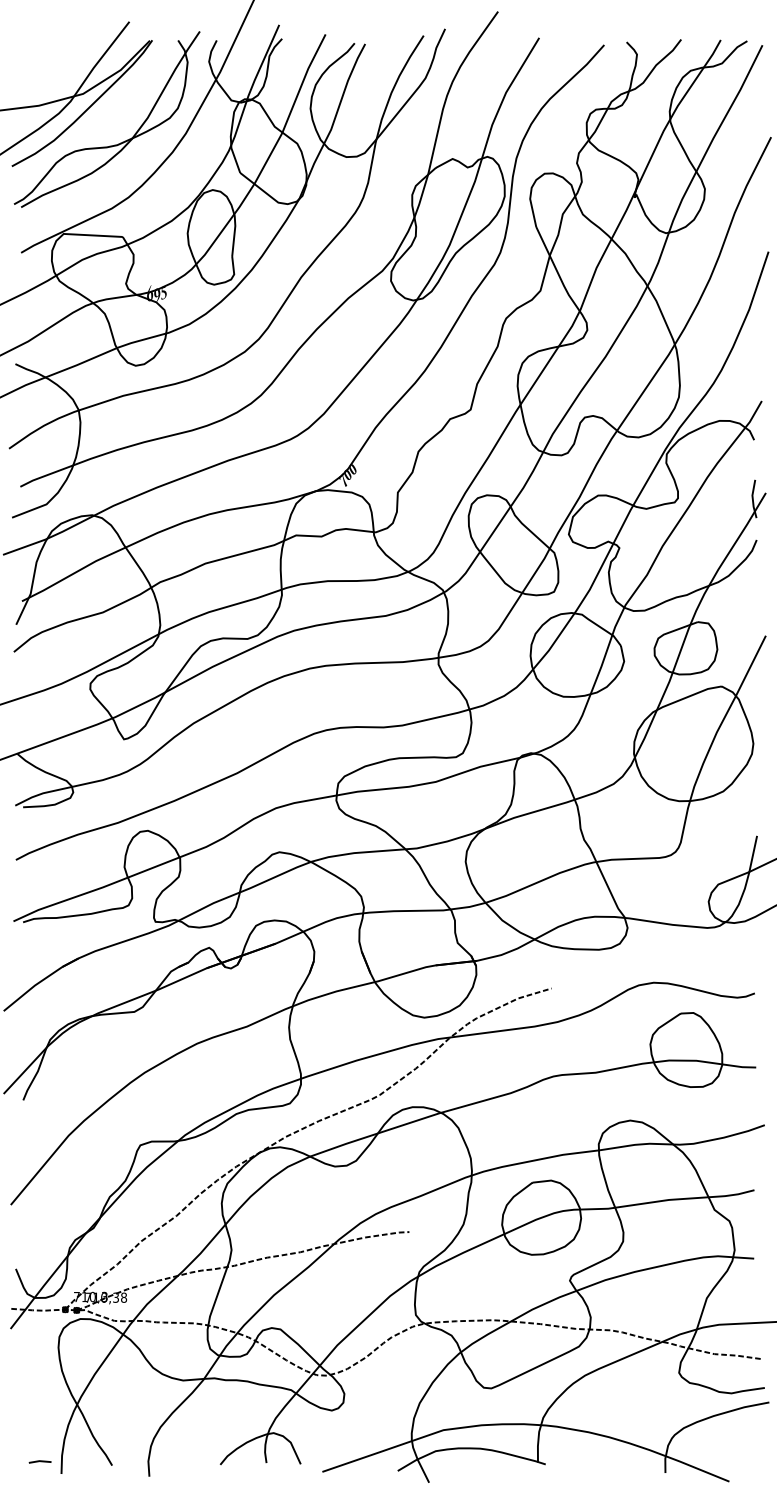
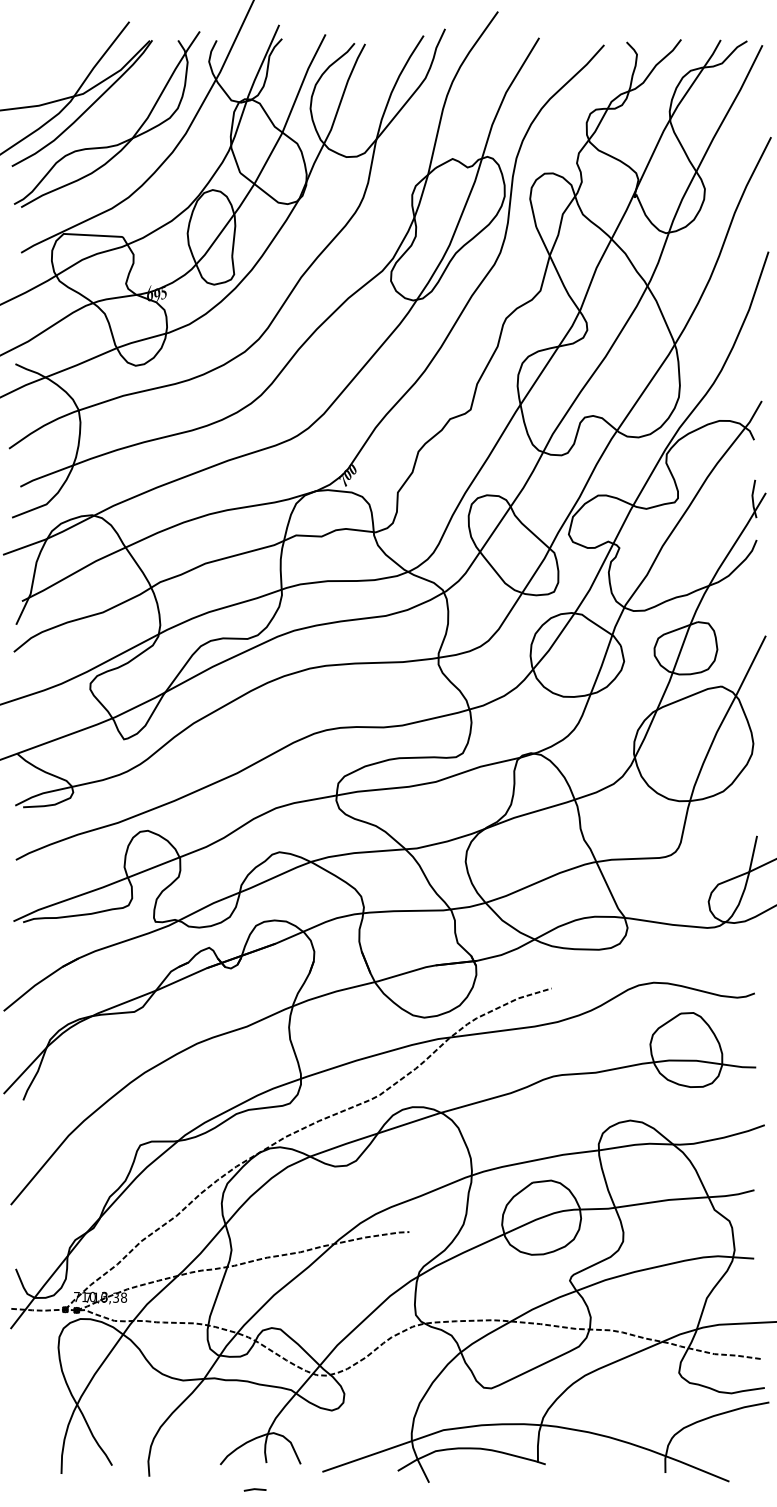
line at (39, 1461) position: (39, 1461) -> (254, 1489)
